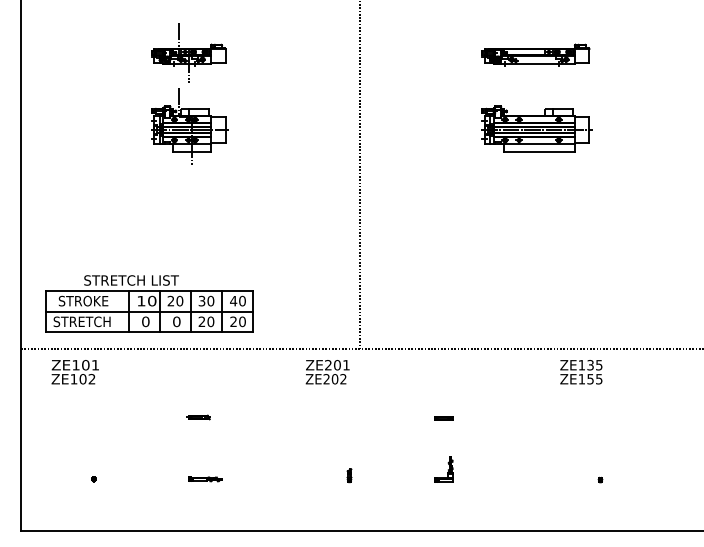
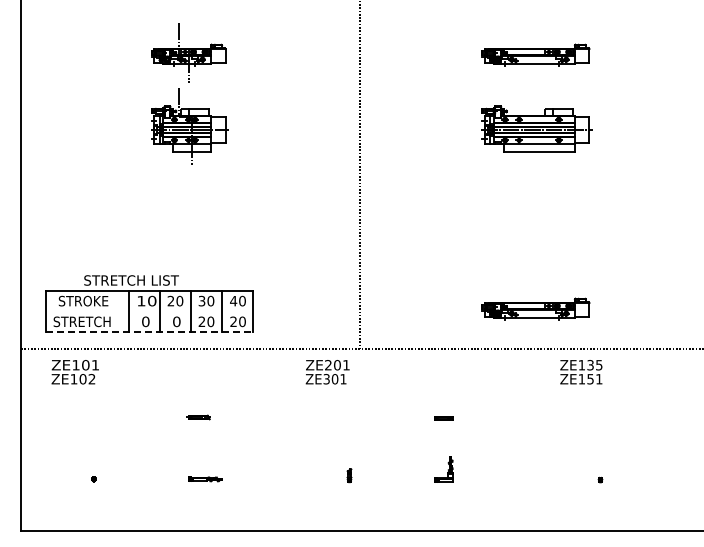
part at (535, 308): none -> present
line at (148, 311): present -> none
line at (149, 332): solid -> dashed
text at (334, 379): ZE202 -> ZE301
text at (599, 379): ZE155 -> ZE151
